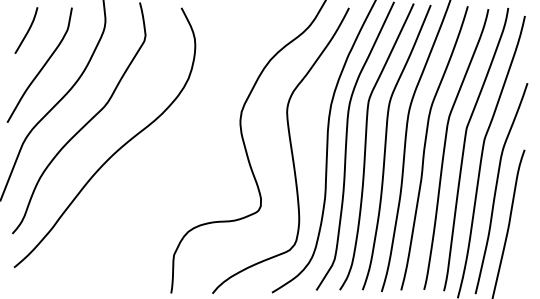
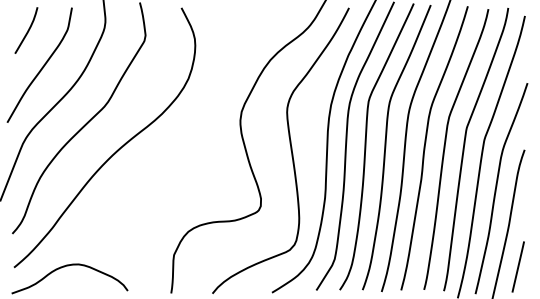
curve at (68, 266): none -> present
line at (517, 266): none -> present
